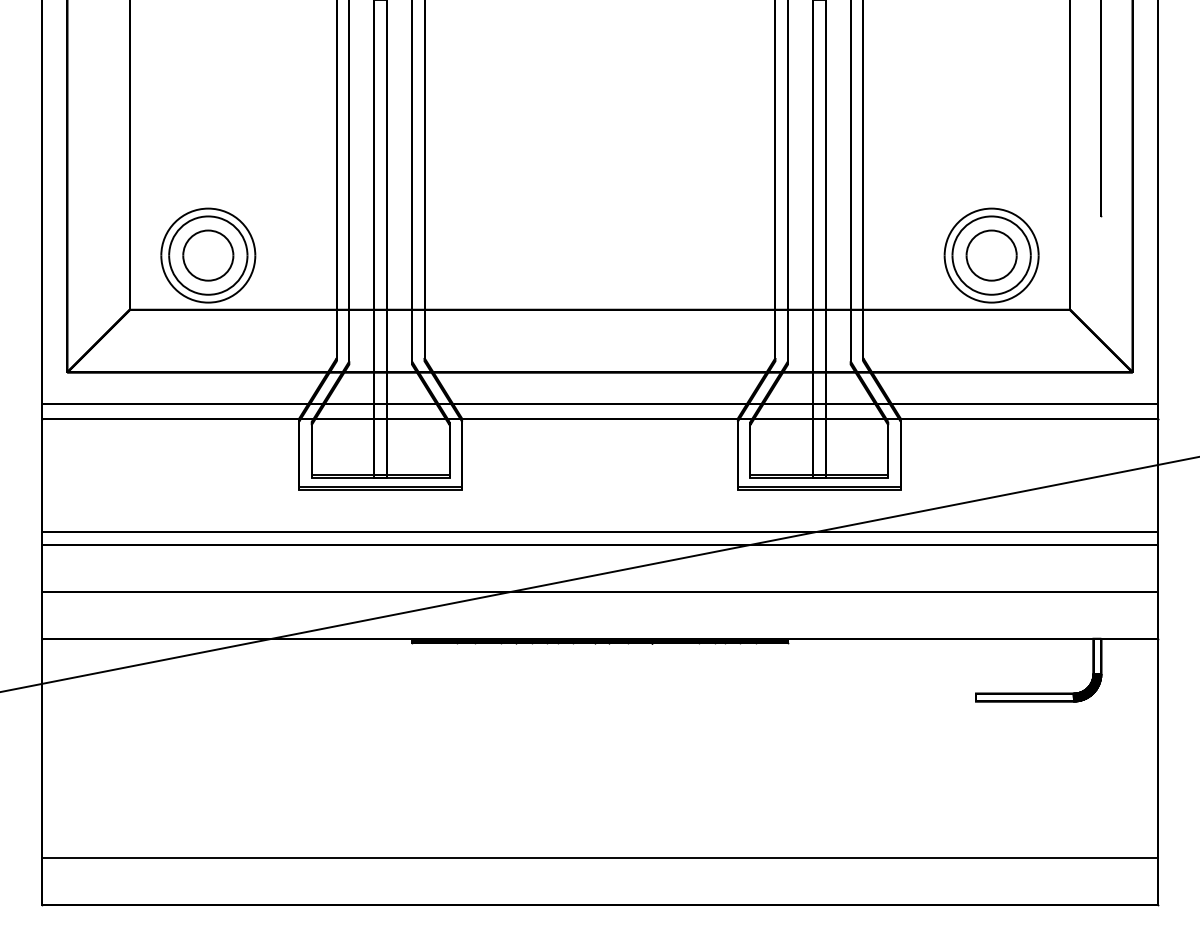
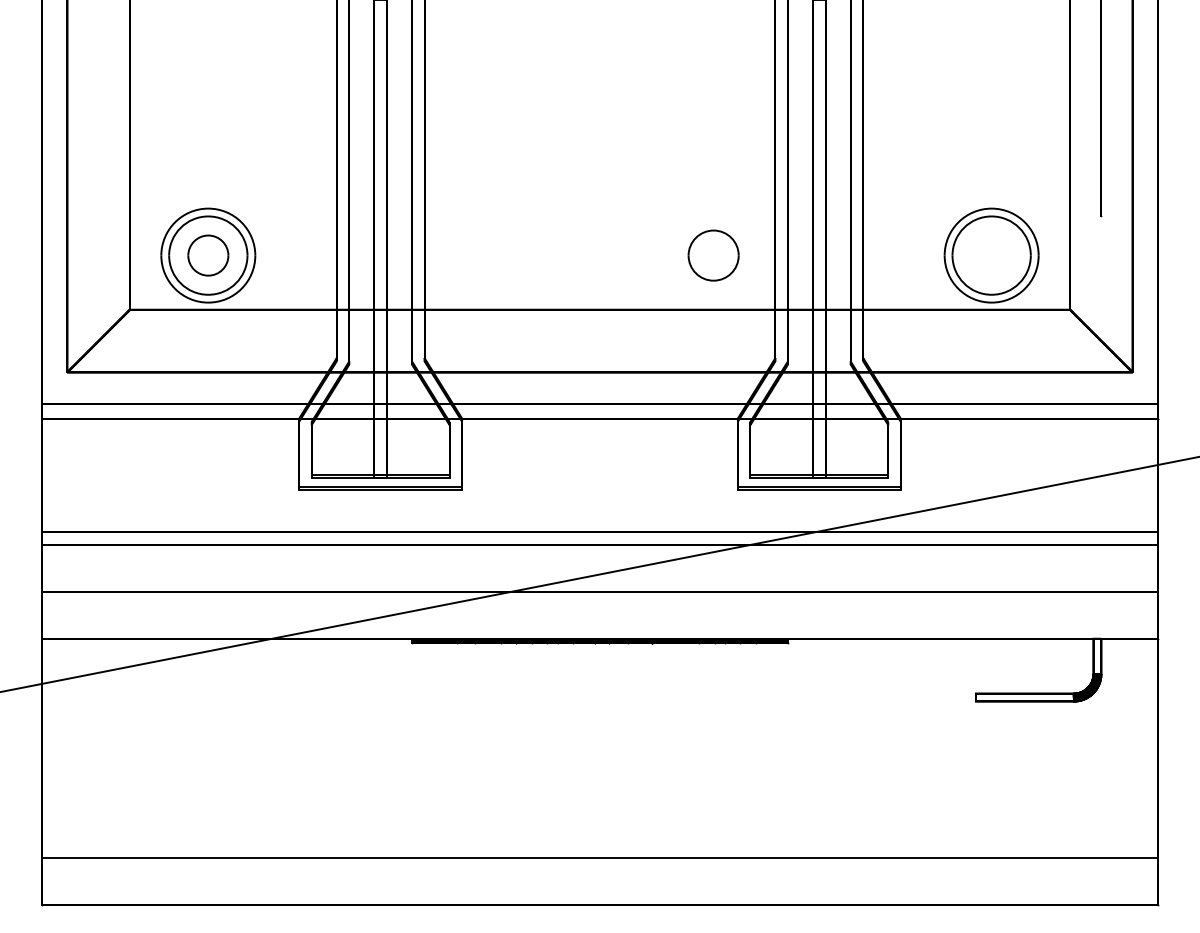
part at (208, 255) size: 53x53 px -> 43x43 px
part at (991, 255) position: (991, 255) -> (713, 255)
